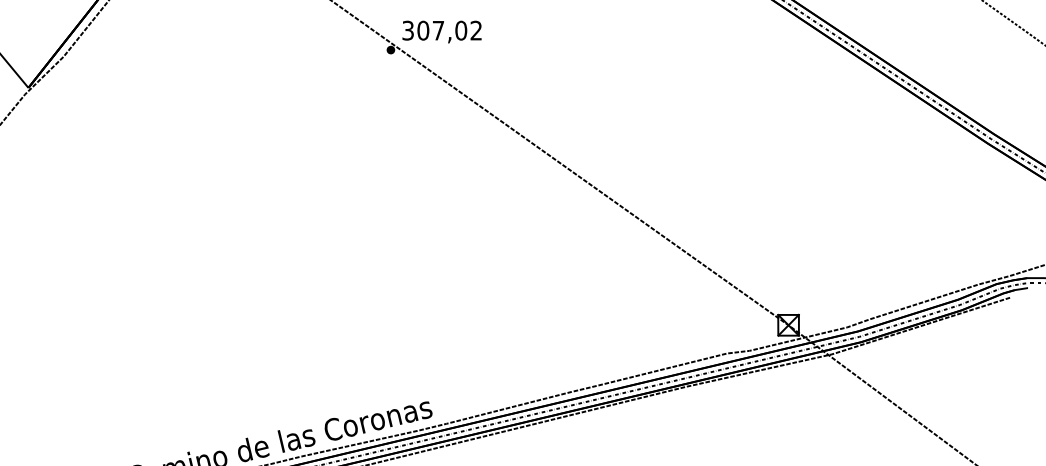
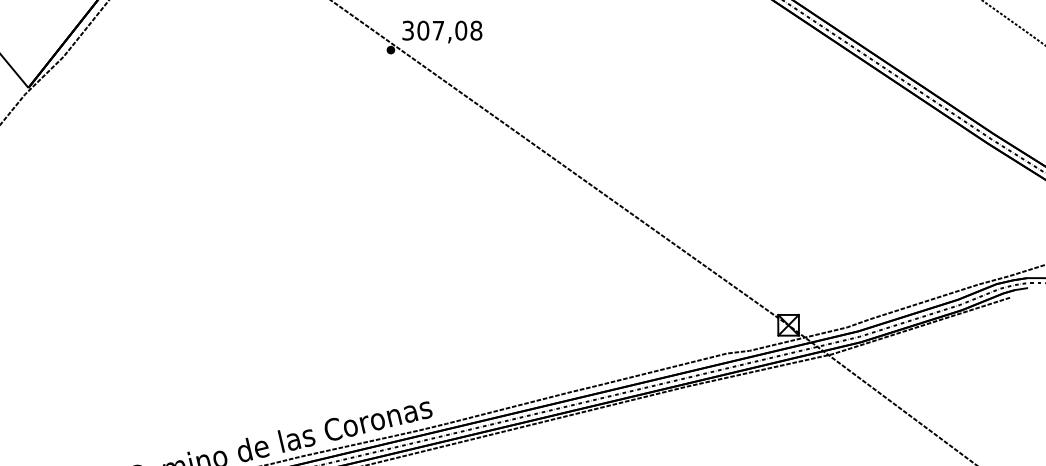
text at (476, 30): 307,02 -> 307,08
